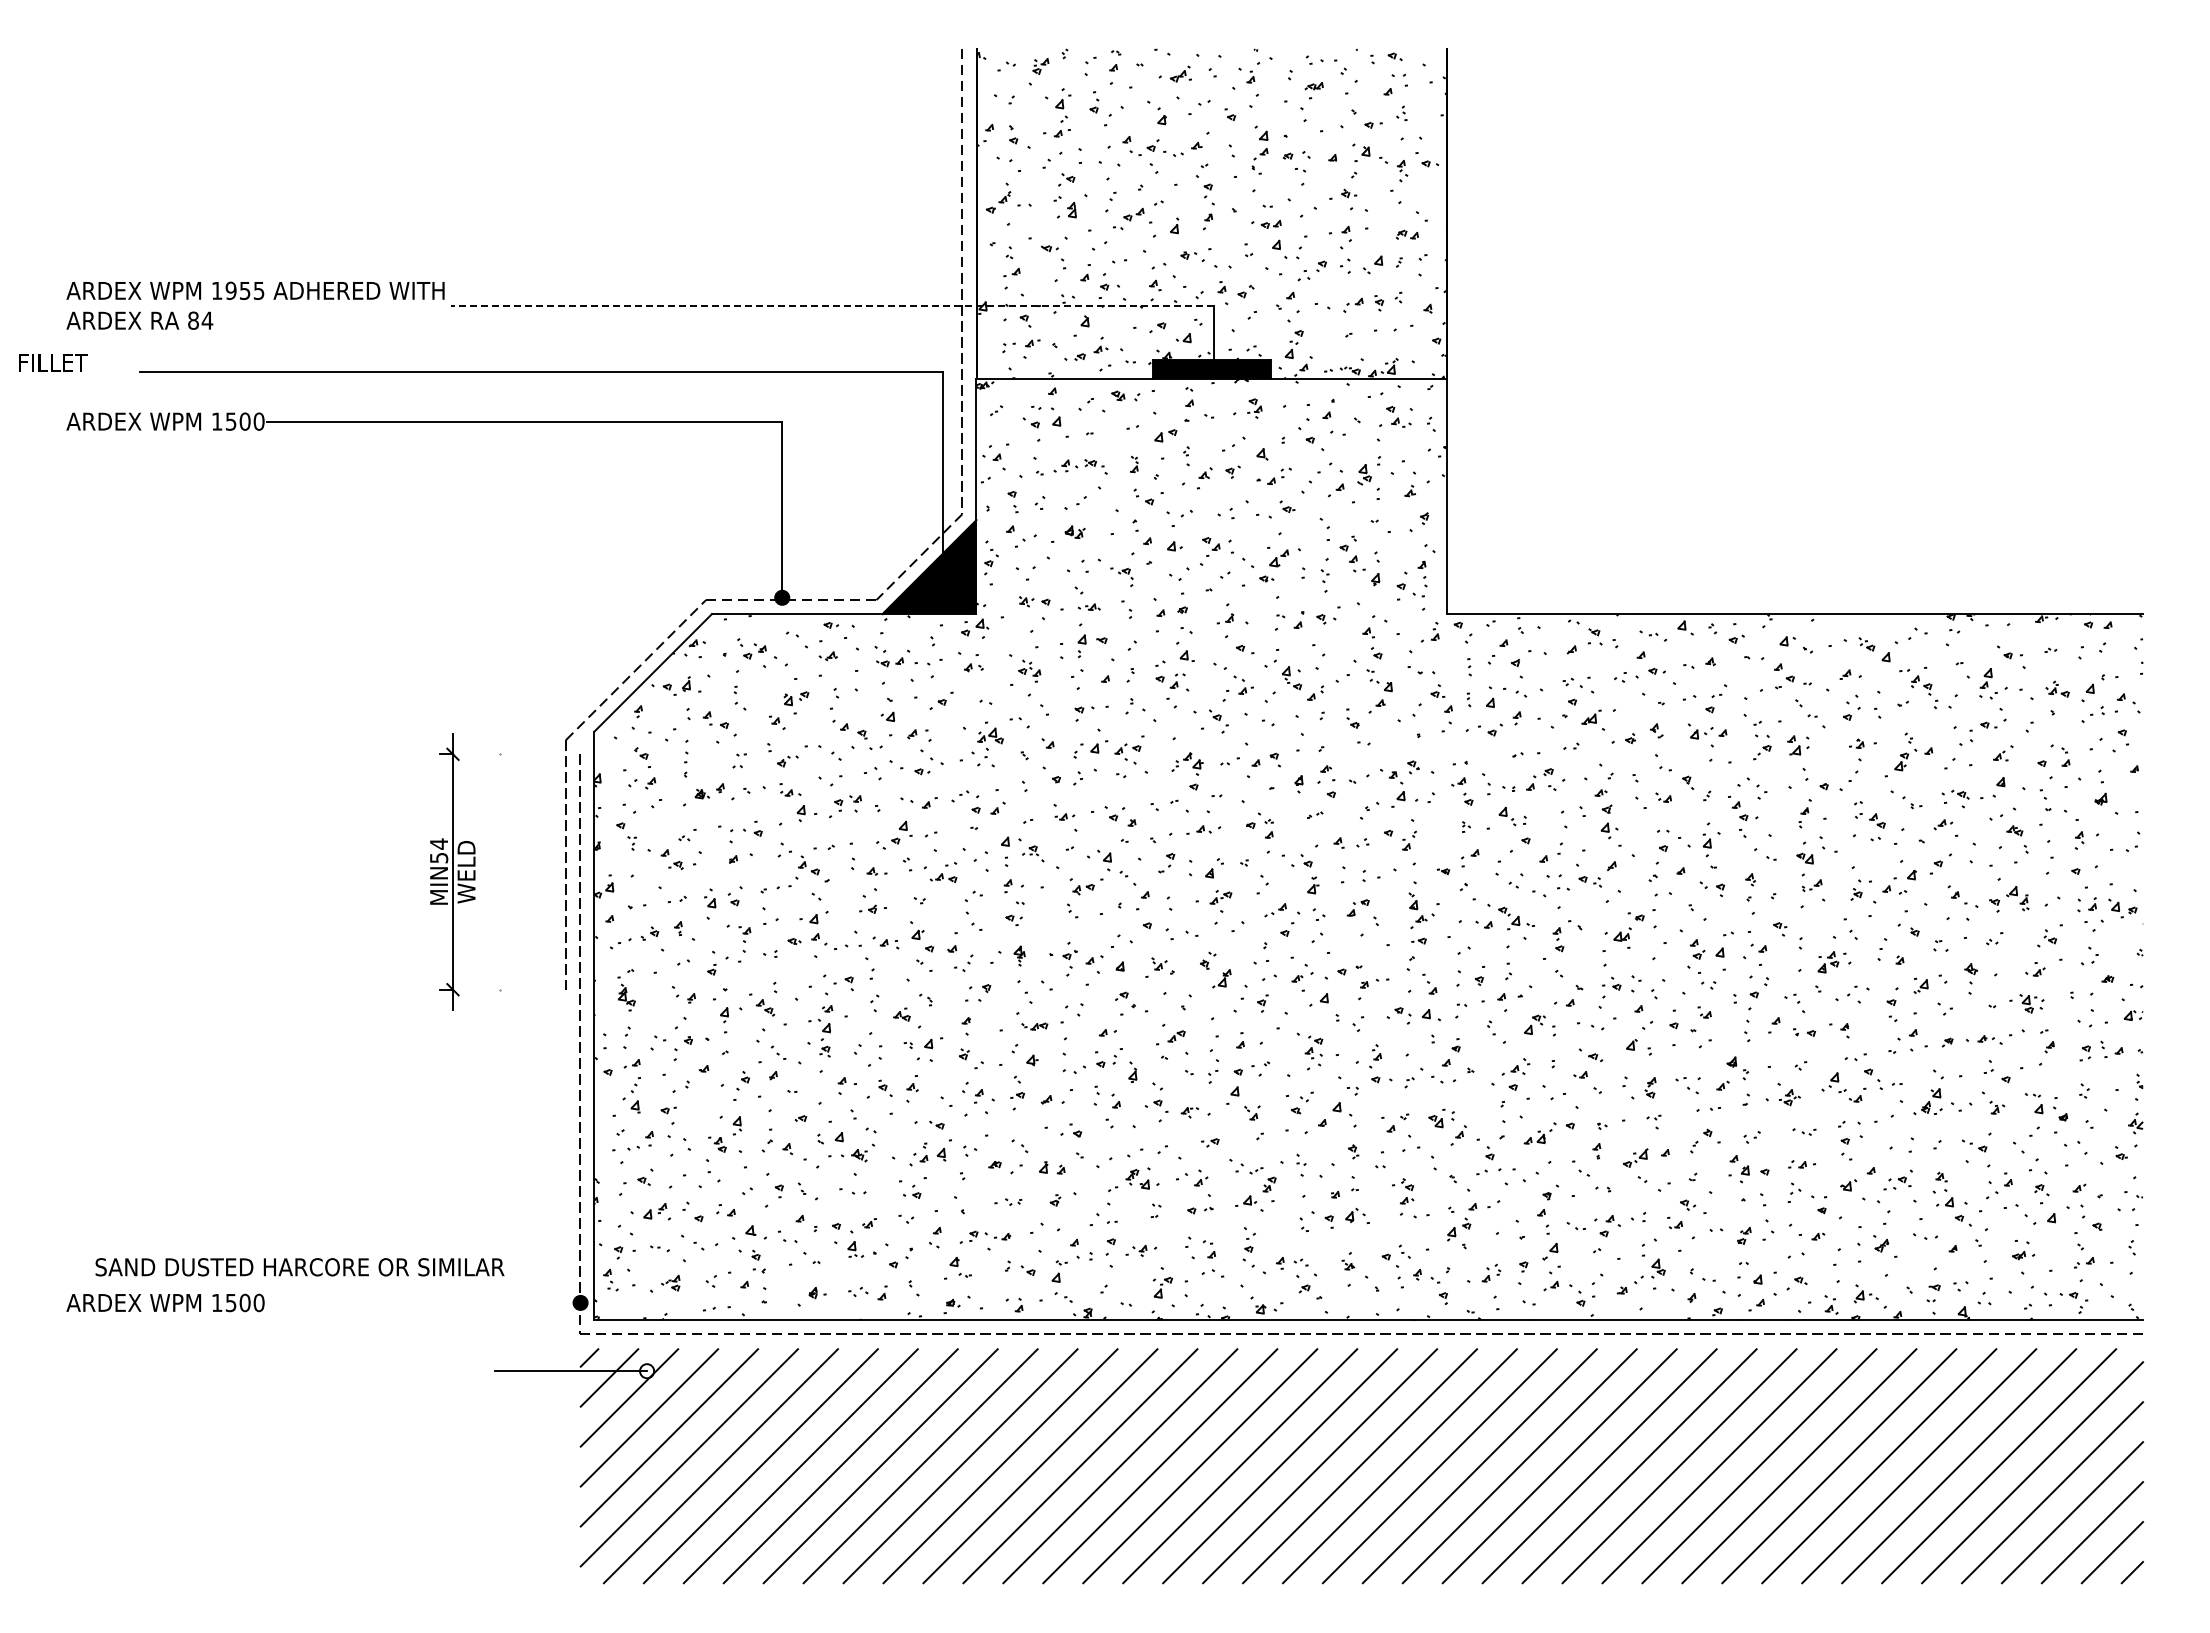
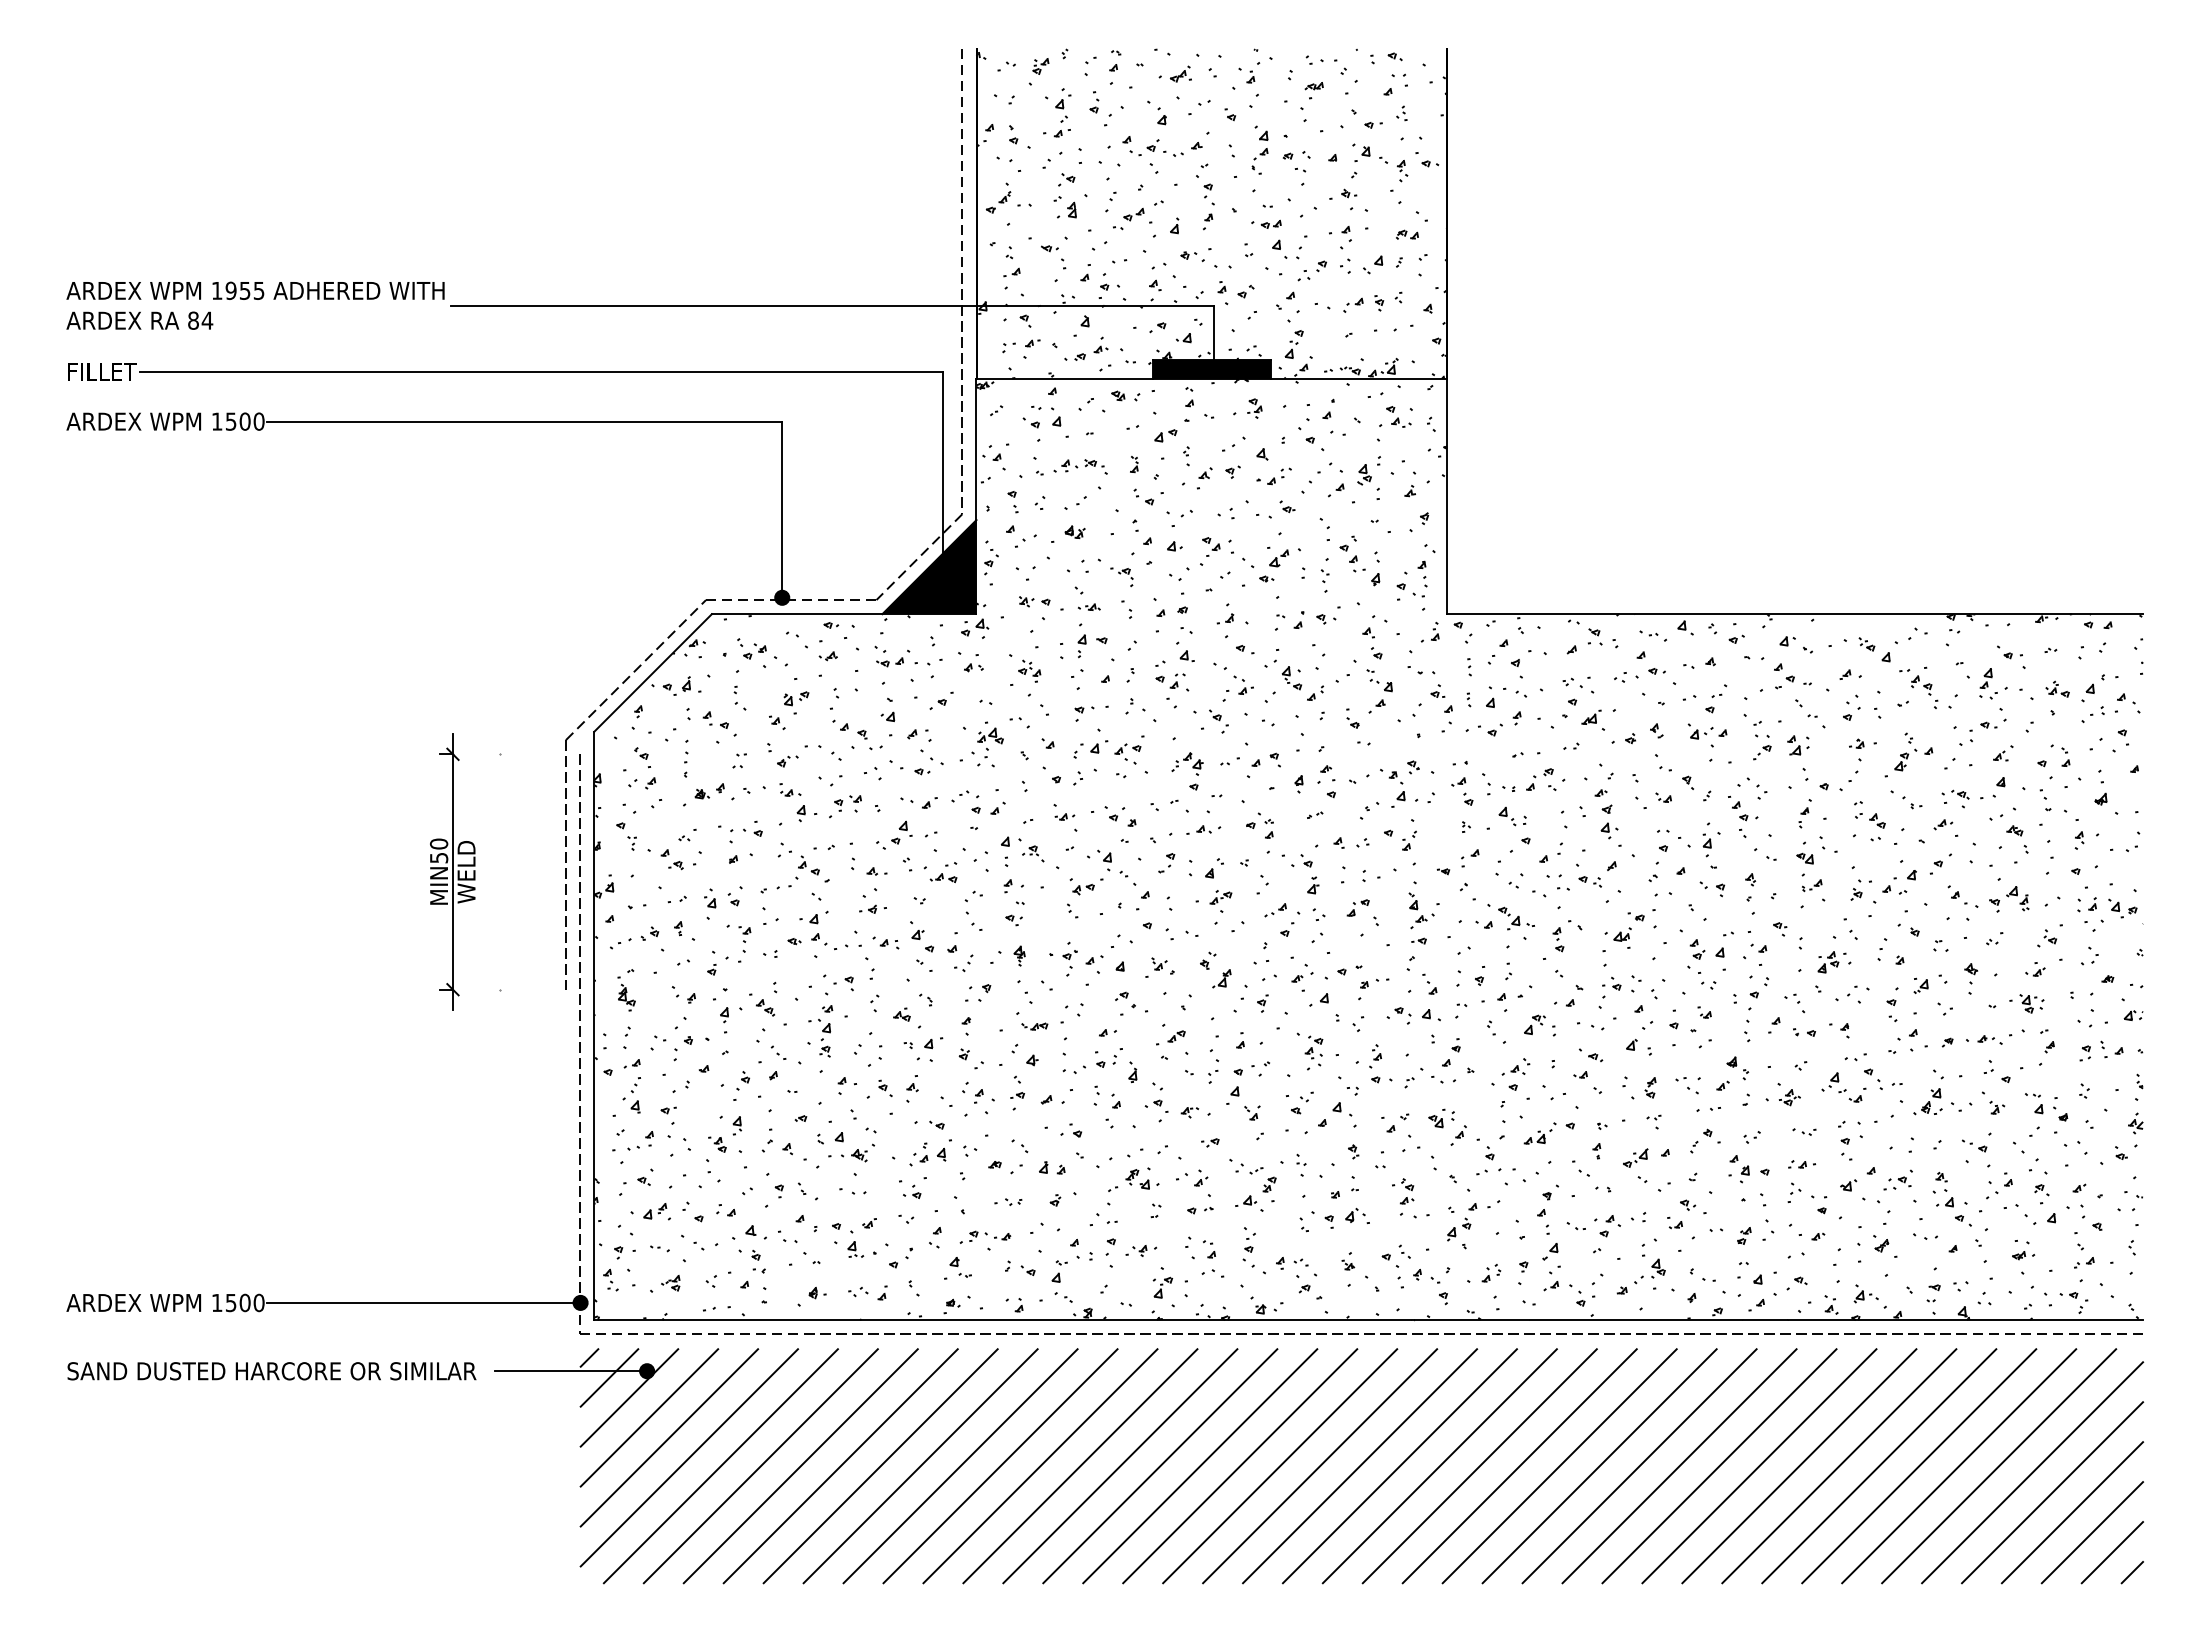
line at (832, 305): dashed -> solid
text at (53, 362) position: (53, 362) -> (102, 371)
text at (439, 843): MIN54 -> MIN50
text at (299, 1267) position: (299, 1267) -> (271, 1371)
line at (423, 1302): none -> present
fill at (647, 1371): none -> present
